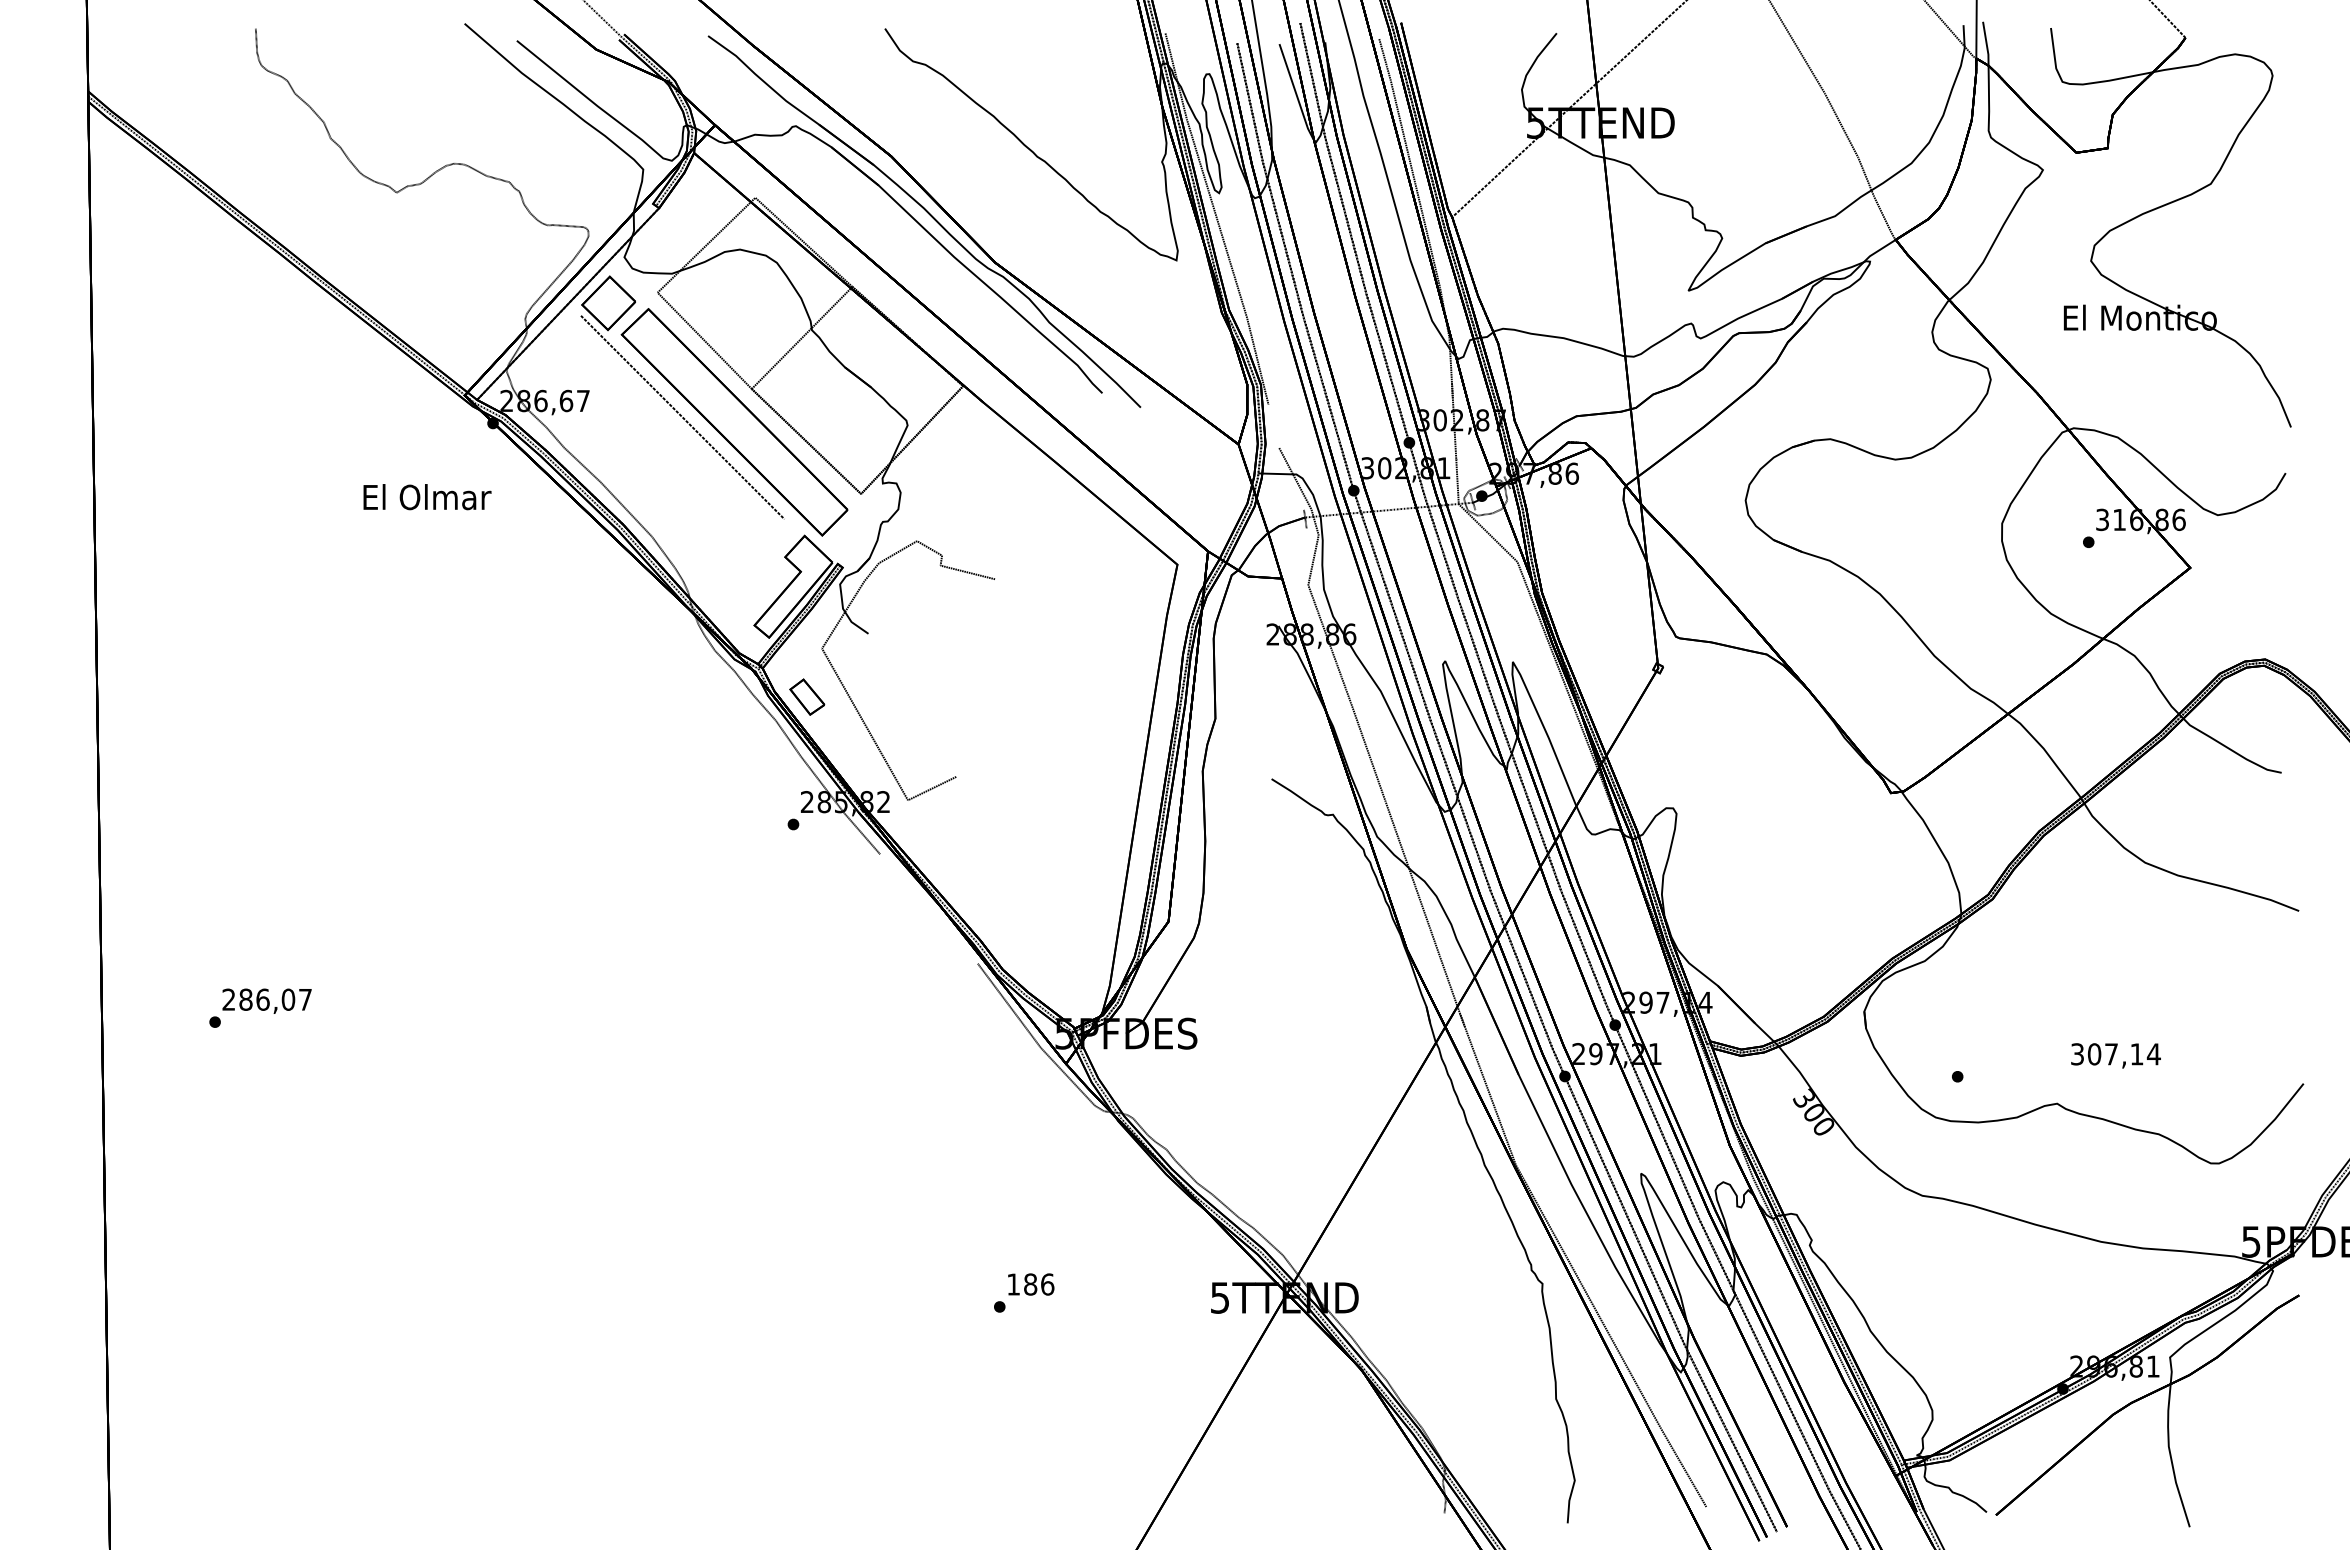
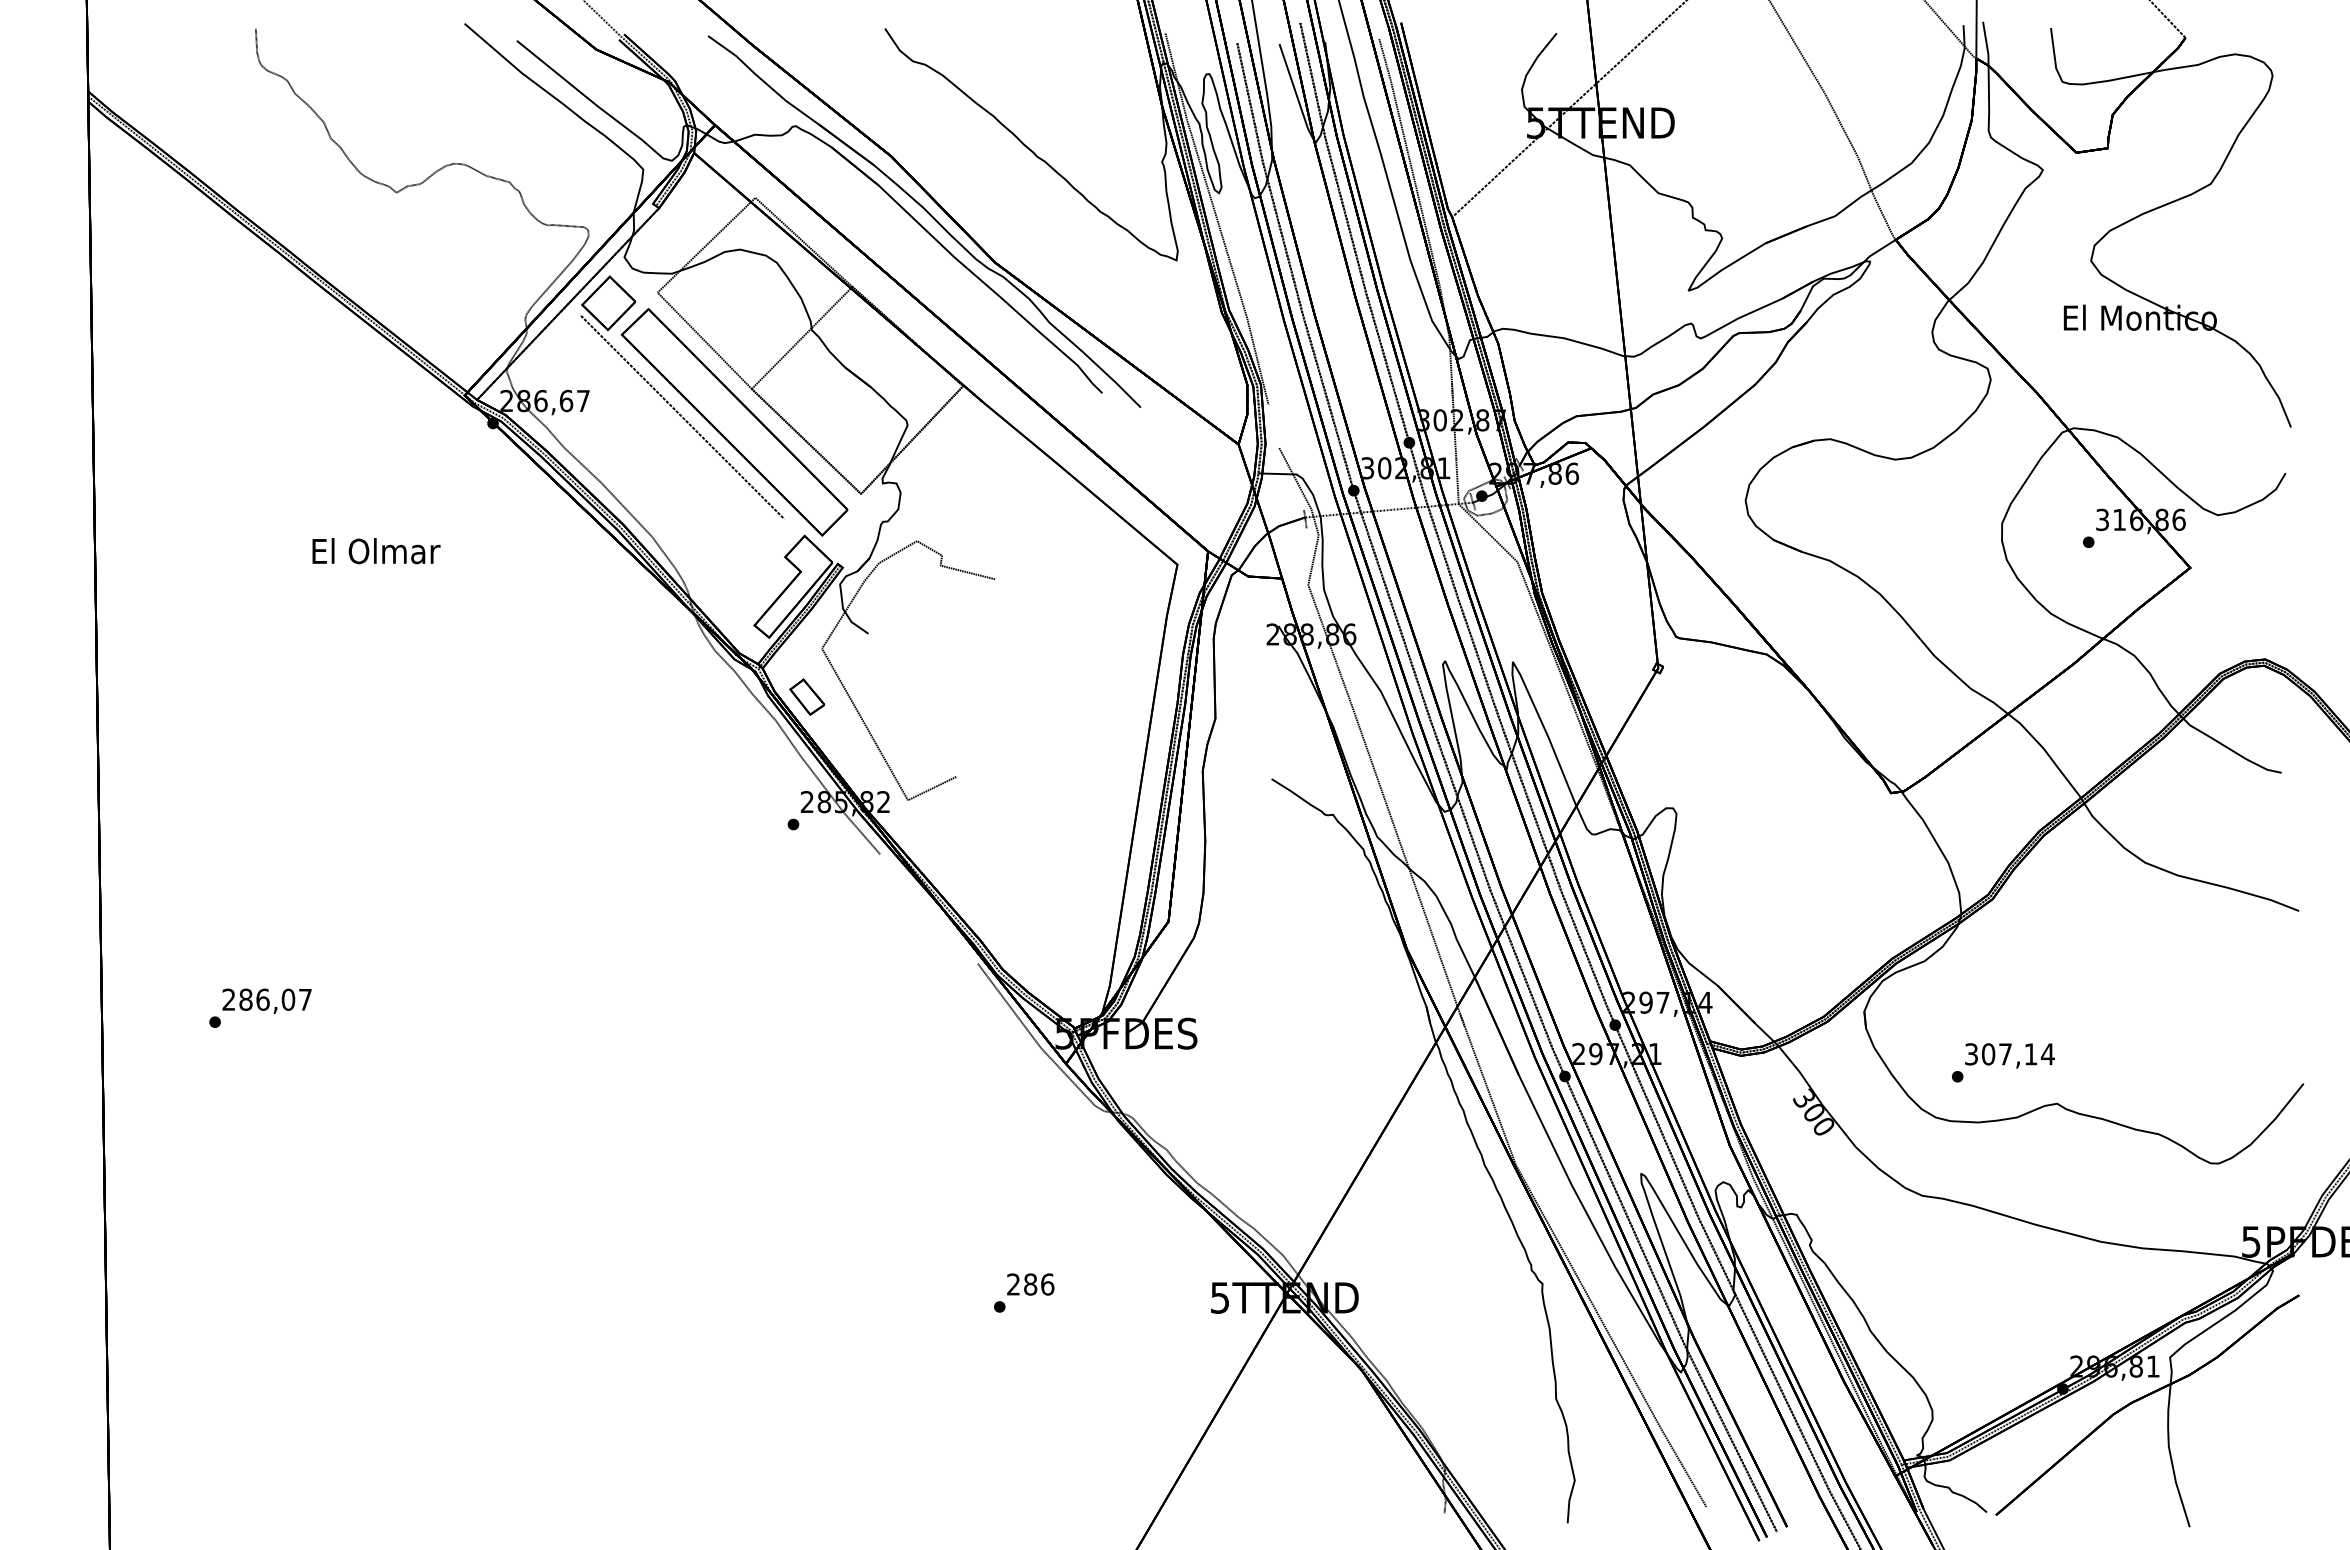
text at (427, 497) position: (427, 497) -> (376, 551)
text at (2115, 1055) position: (2115, 1055) -> (2009, 1055)
text at (1013, 1284): 186 -> 286
